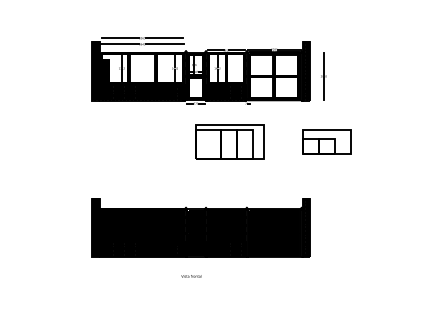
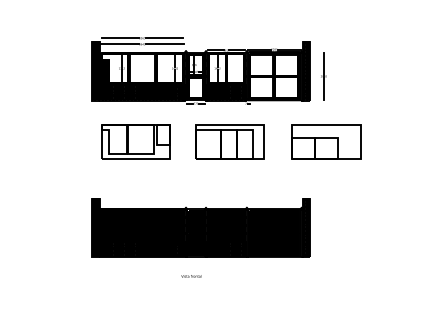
part at (135, 141): none -> present
part at (326, 141) size: 50x26 px -> 71x36 px
